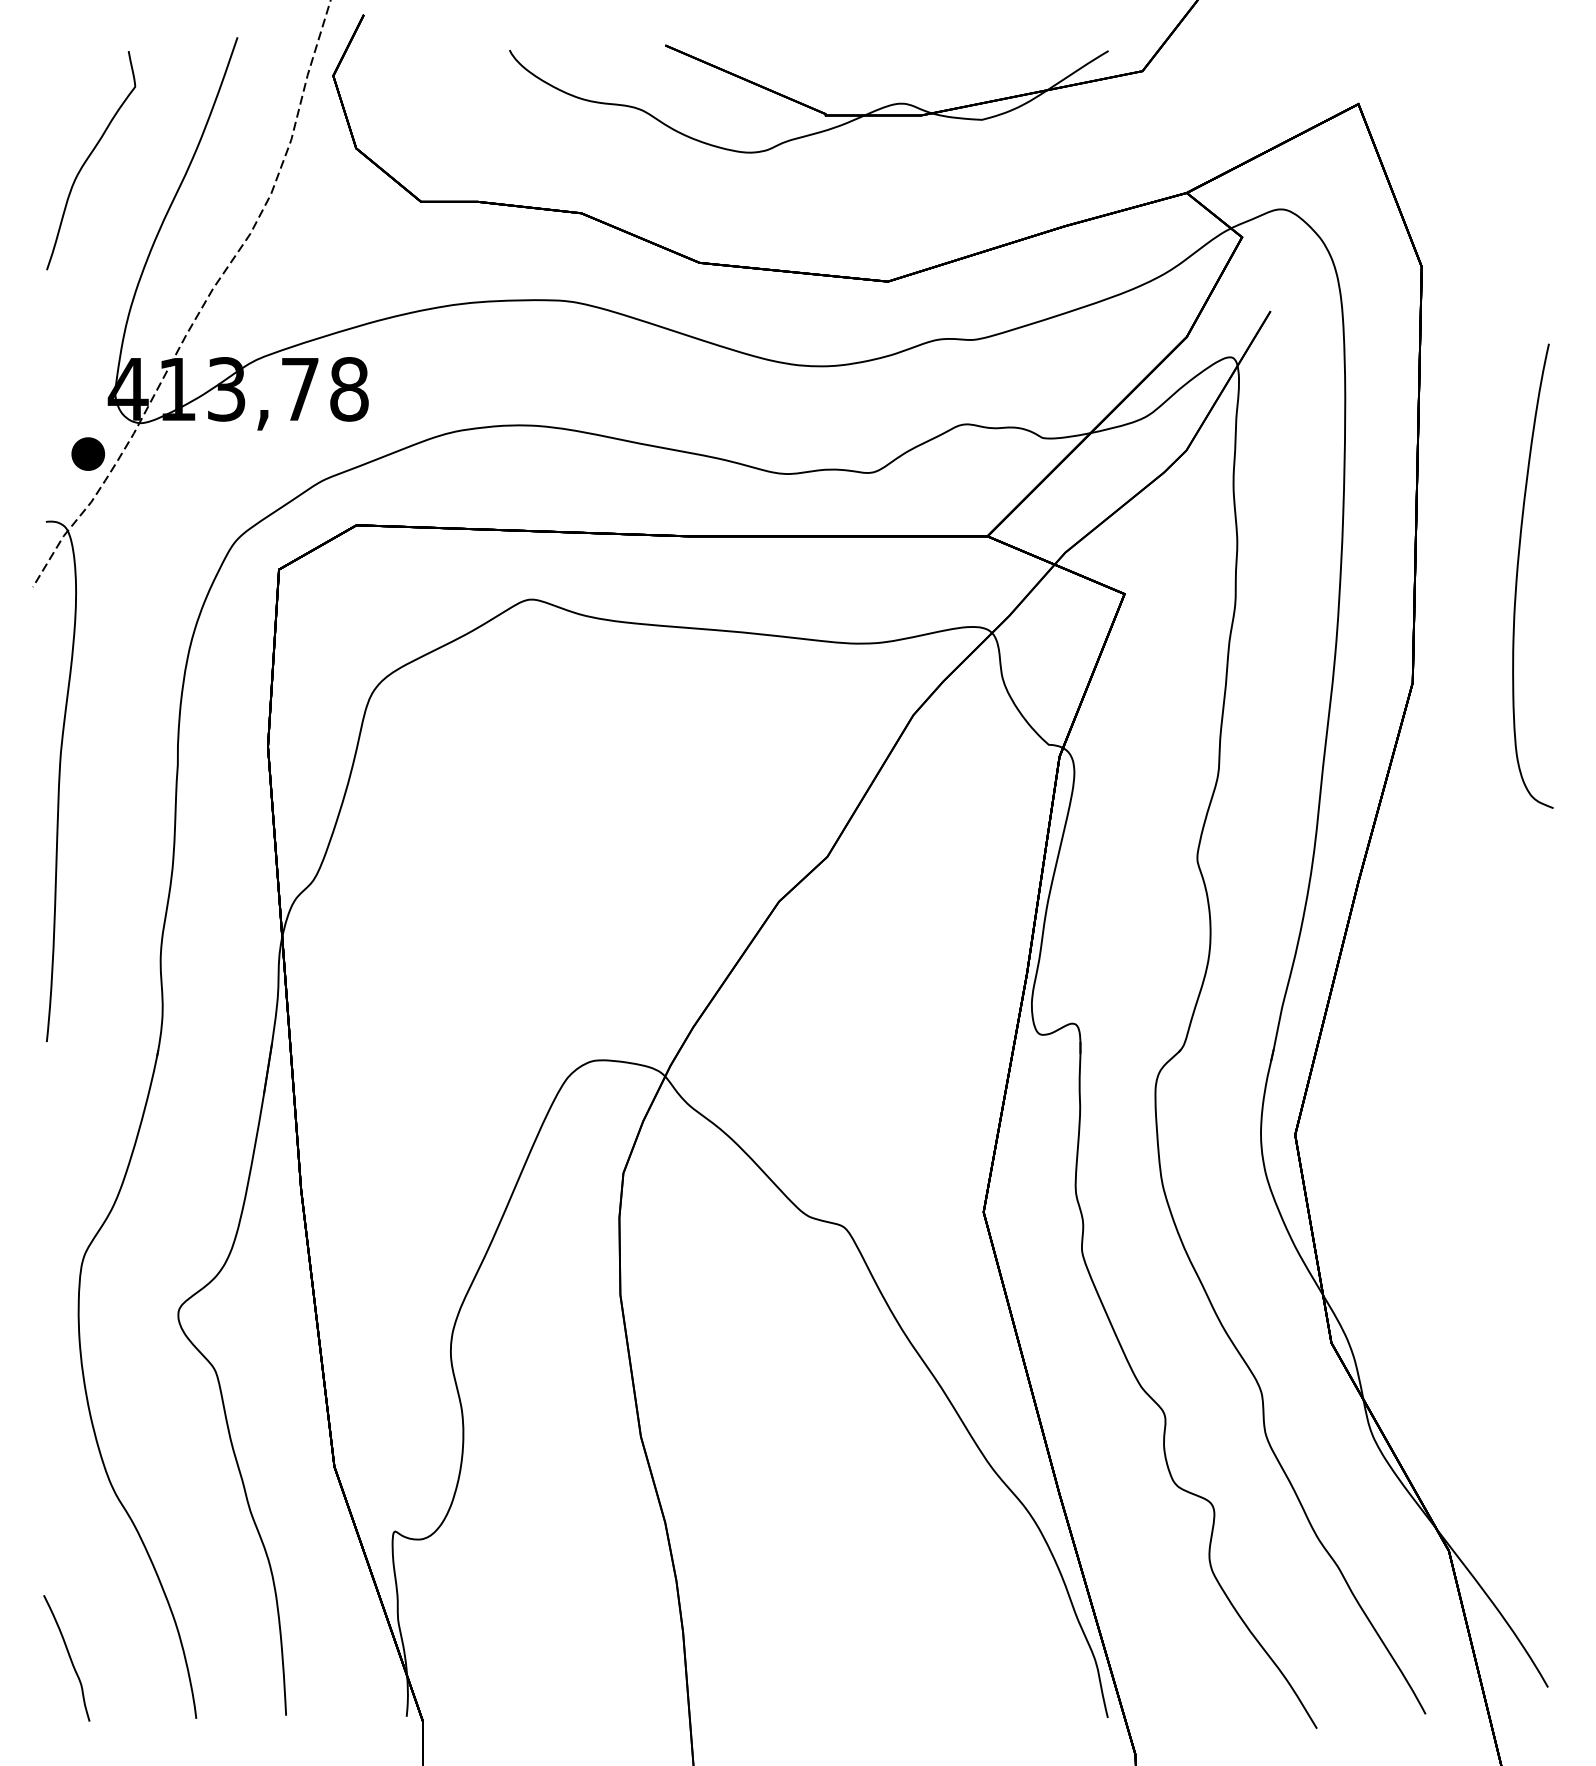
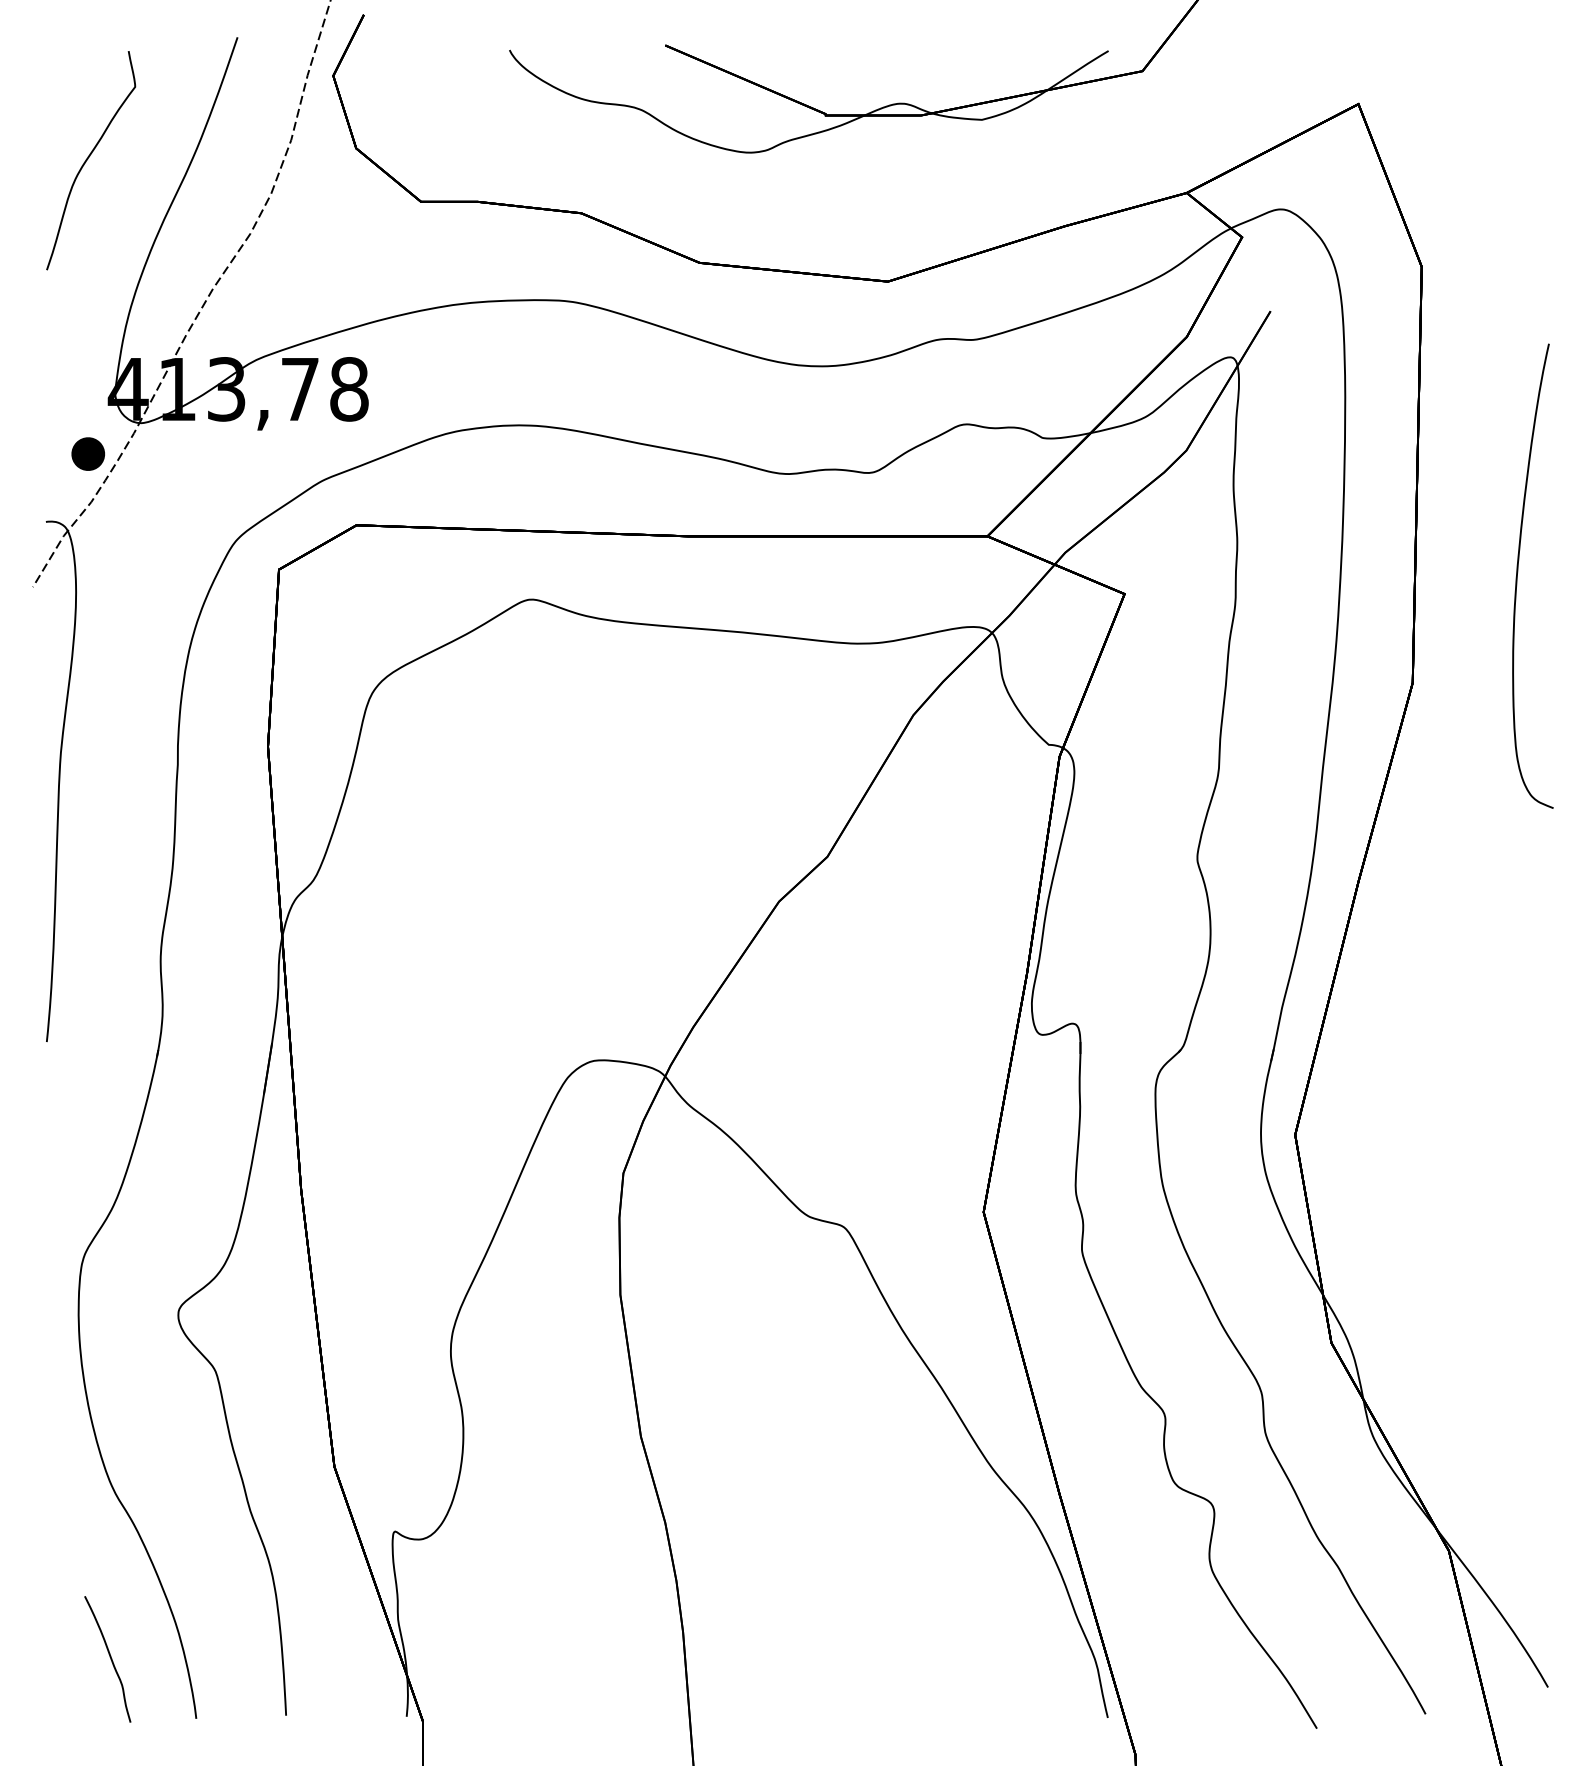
curve at (68, 1656) position: (68, 1656) -> (109, 1657)
